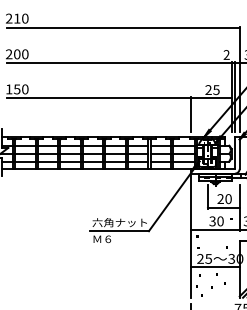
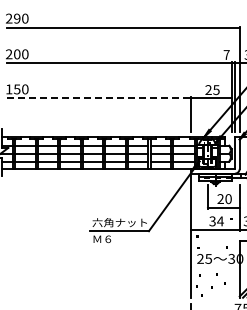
text at (17, 18): 210 -> 290
text at (226, 54): 2 -> 7
line at (99, 98): solid -> dashed
text at (220, 221): 30 -> 34
line at (215, 267): present -> none
